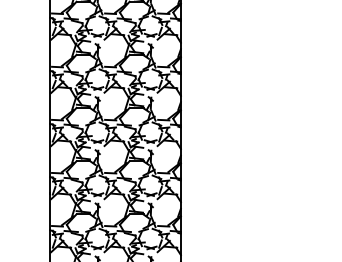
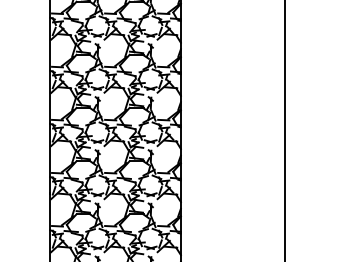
line at (285, 130): none -> present
